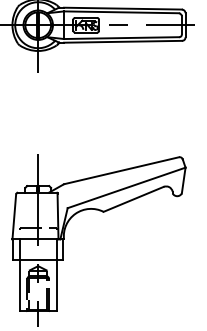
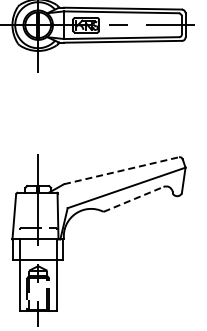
line at (121, 170): solid -> dashed
line at (133, 199): solid -> dashed
